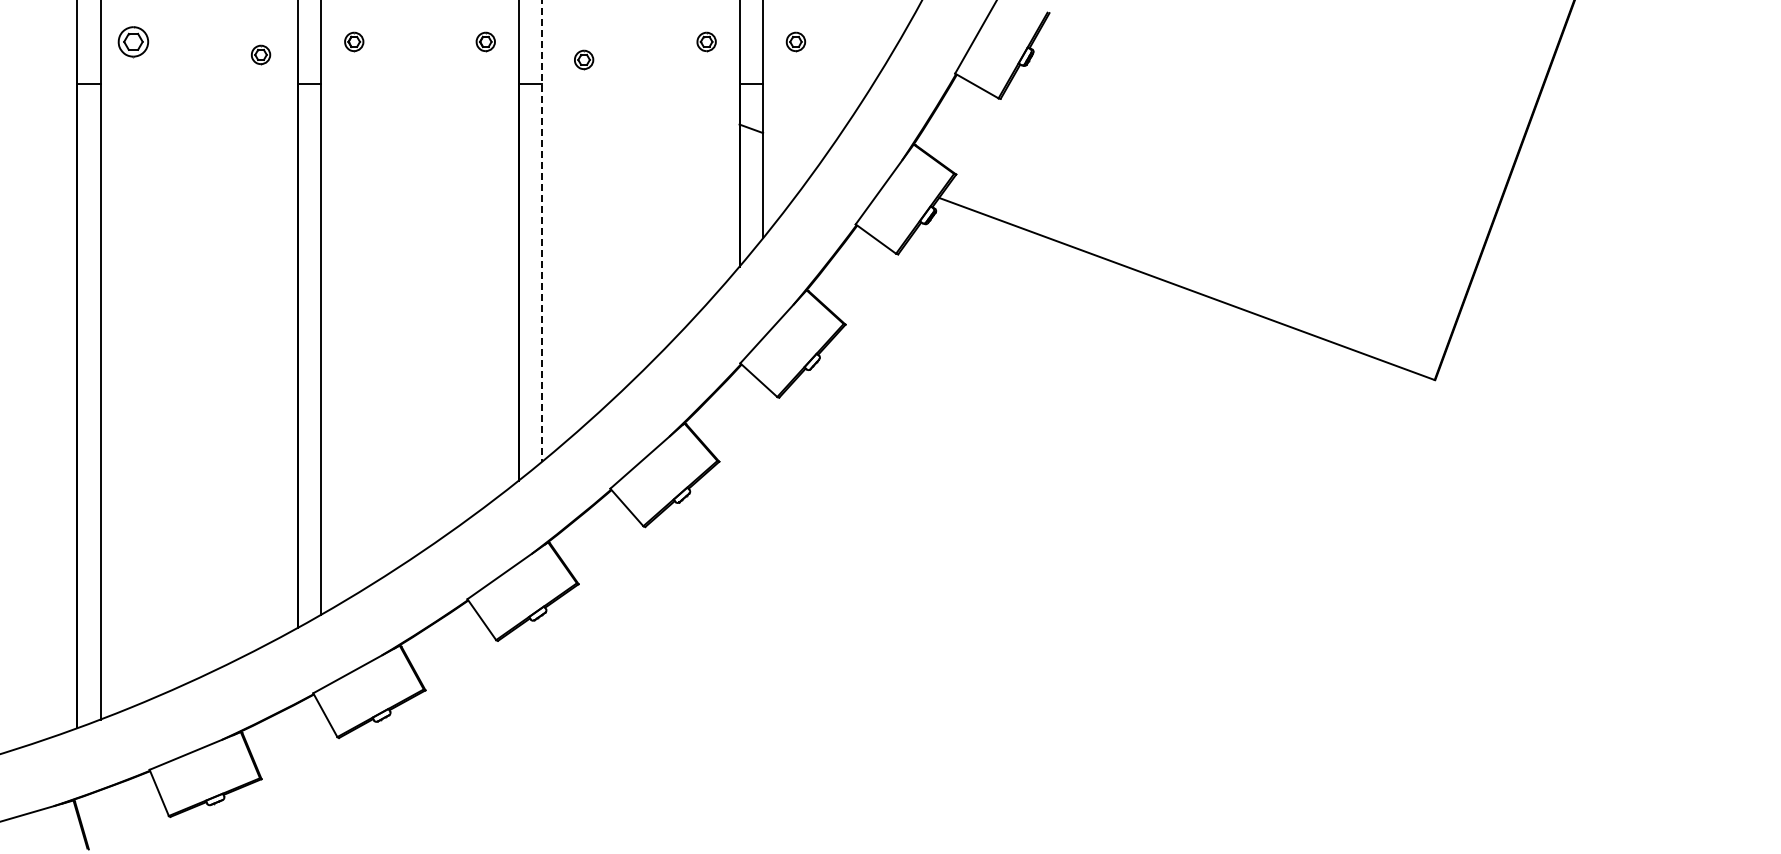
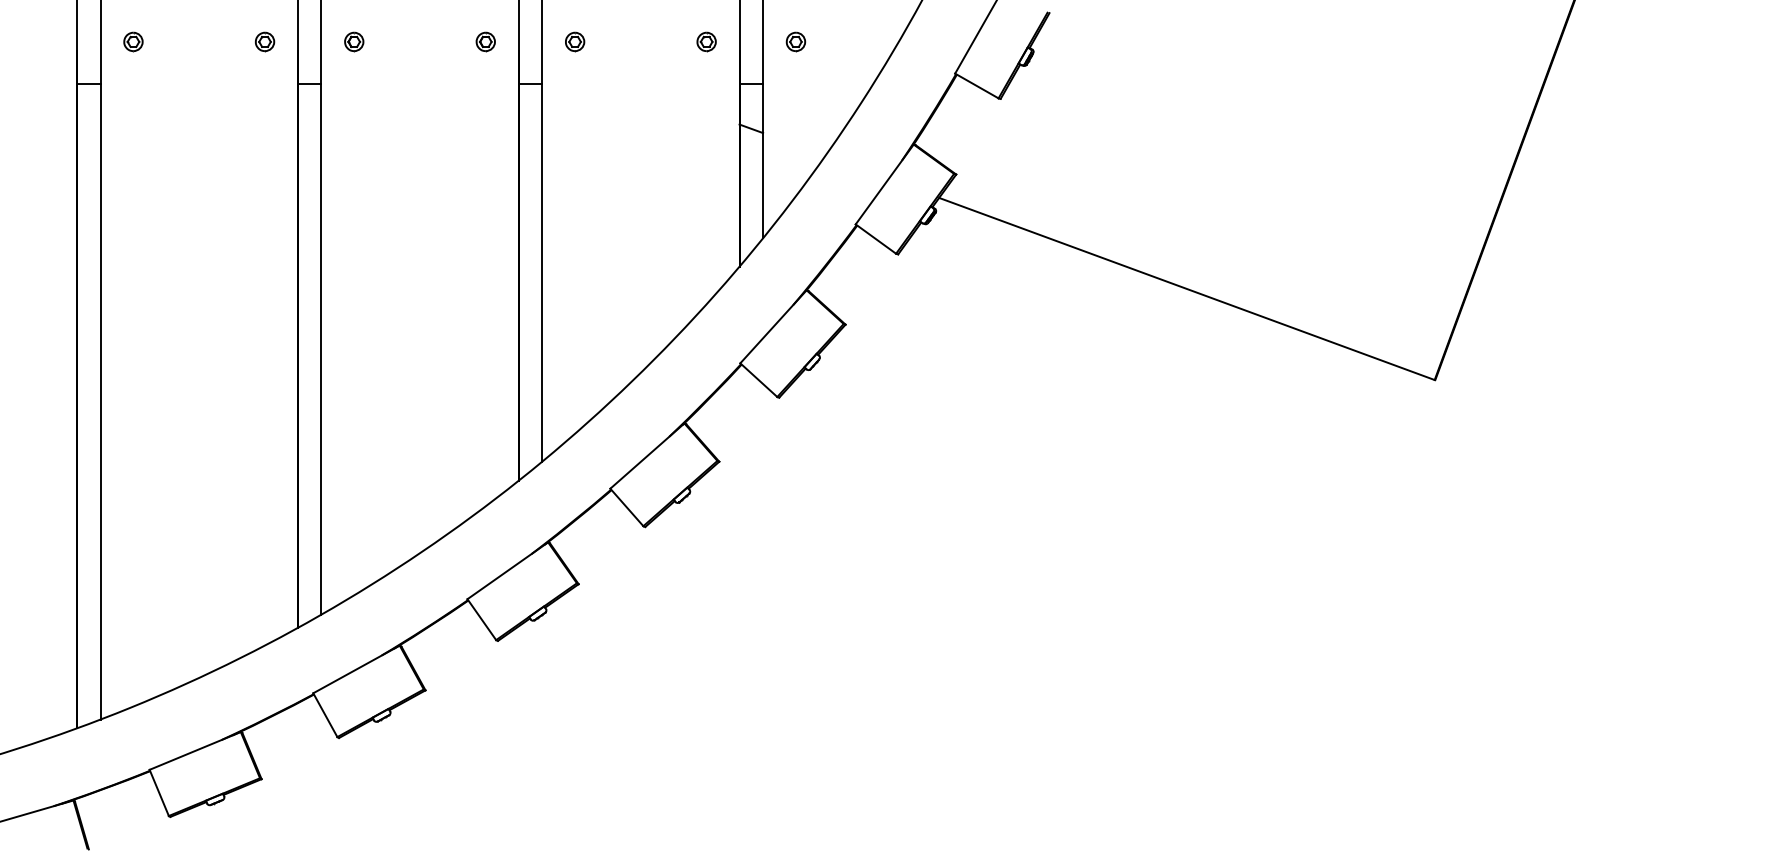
part at (133, 42) size: 33x33 px -> 21x22 px
part at (261, 54) position: (261, 54) -> (265, 41)
part at (584, 59) position: (584, 59) -> (575, 41)
line at (542, 231): dashed -> solid
